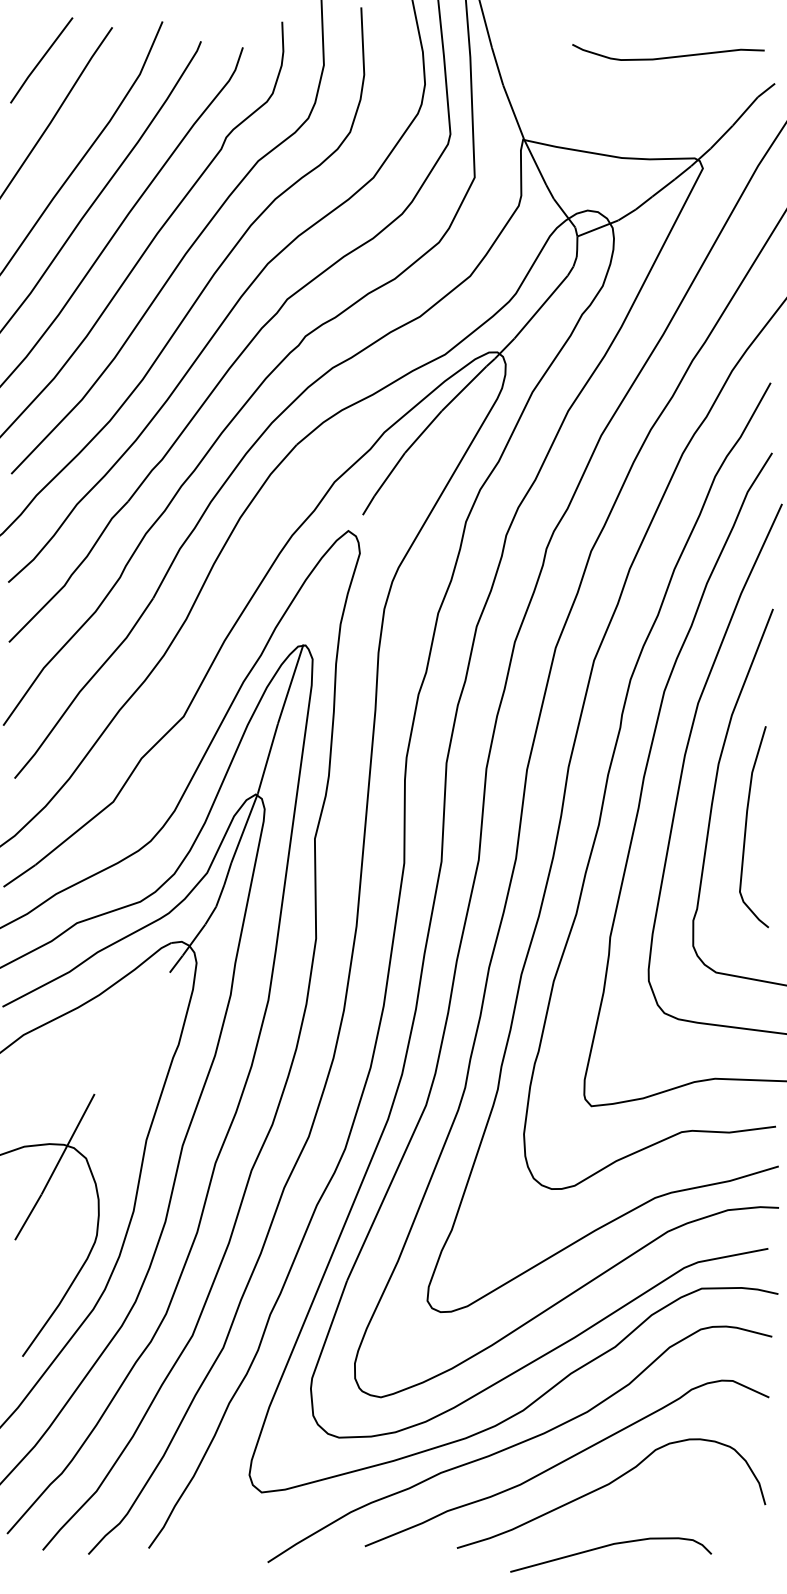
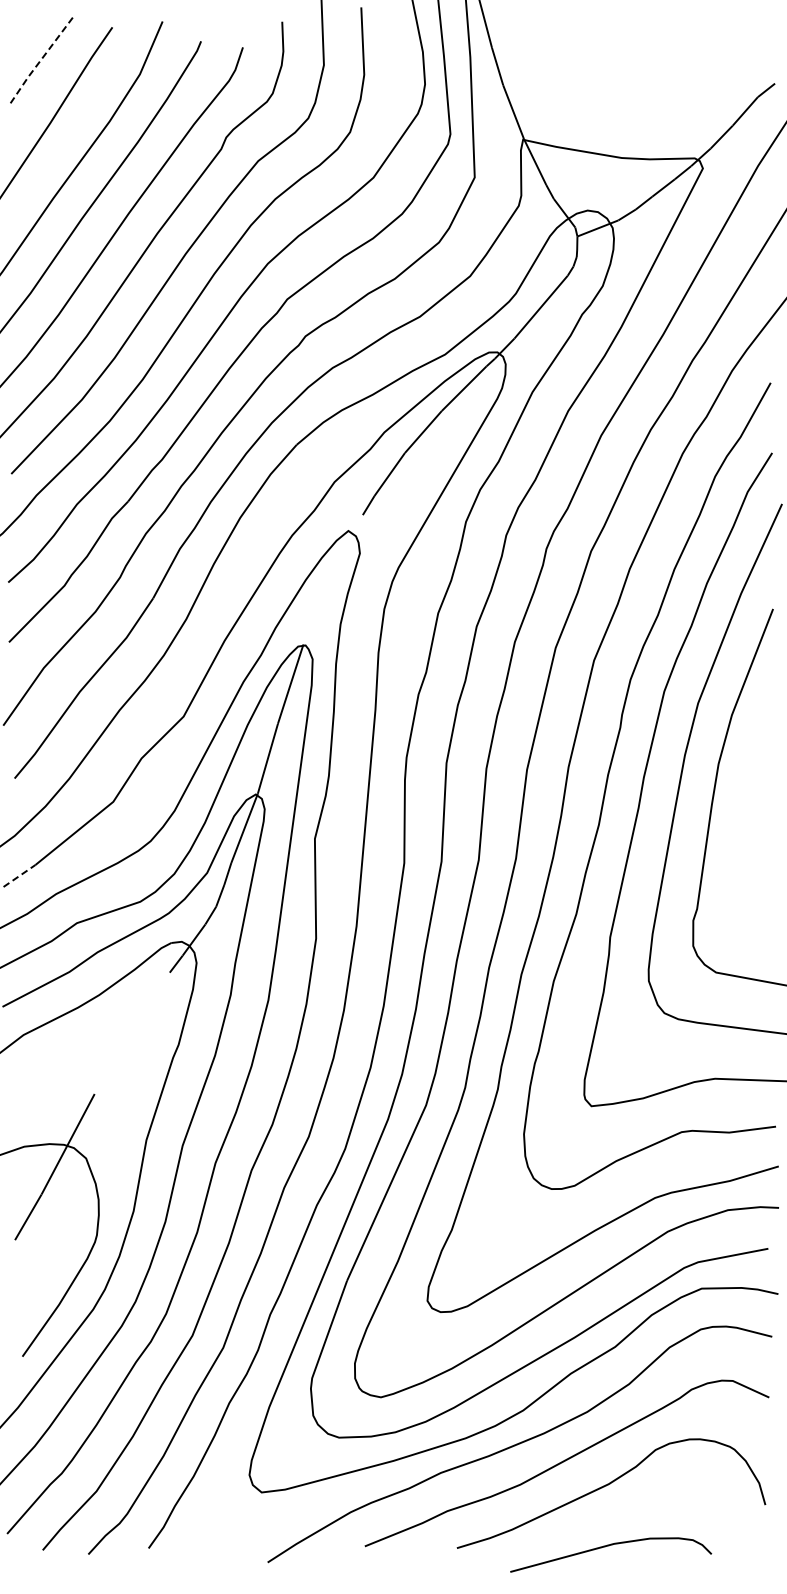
curve at (668, 56): present -> none
line at (40, 60): solid -> dashed
curve at (746, 827): present -> none
line at (19, 875): solid -> dashed
